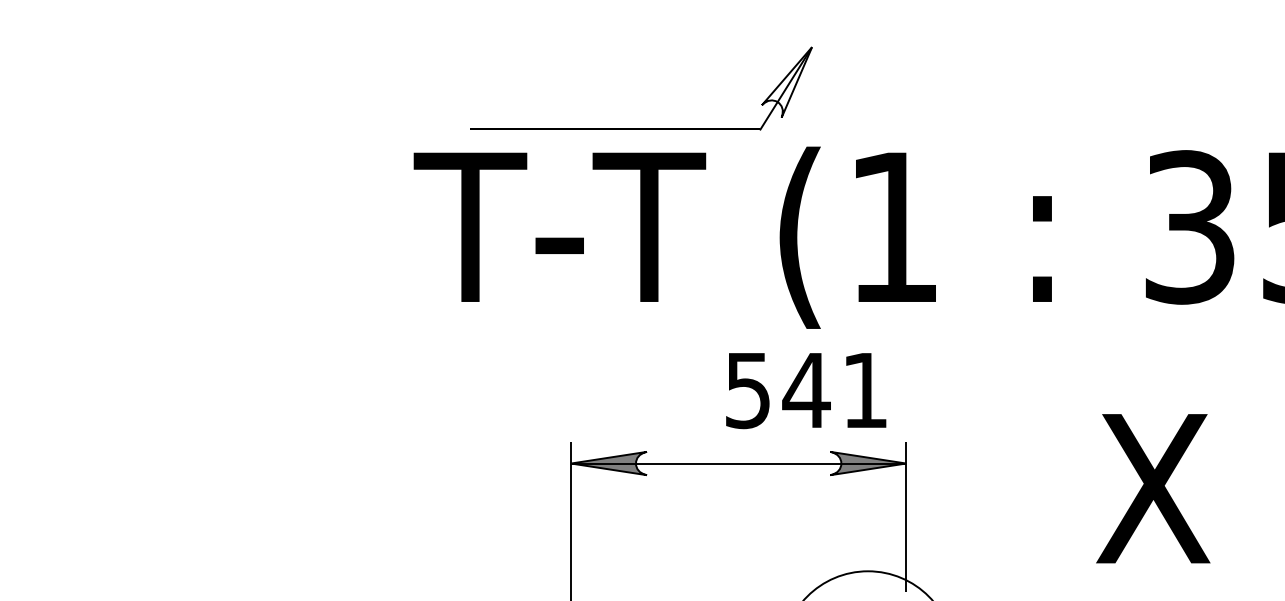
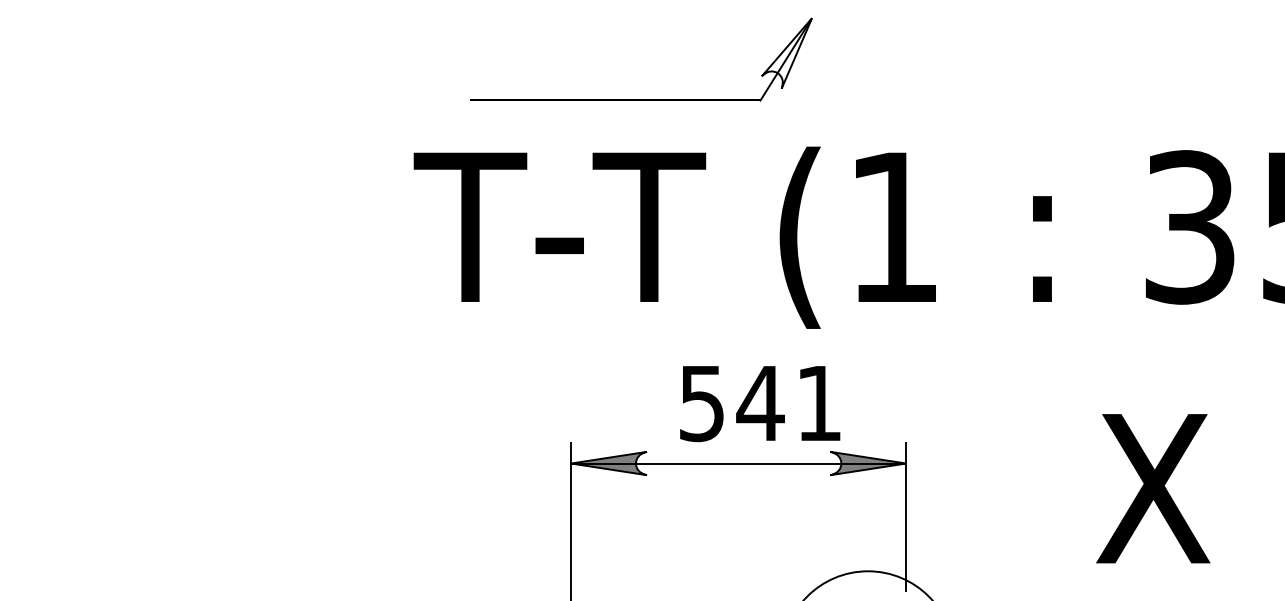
part at (641, 128) position: (641, 128) -> (641, 99)
text at (806, 391) position: (806, 391) -> (760, 404)
